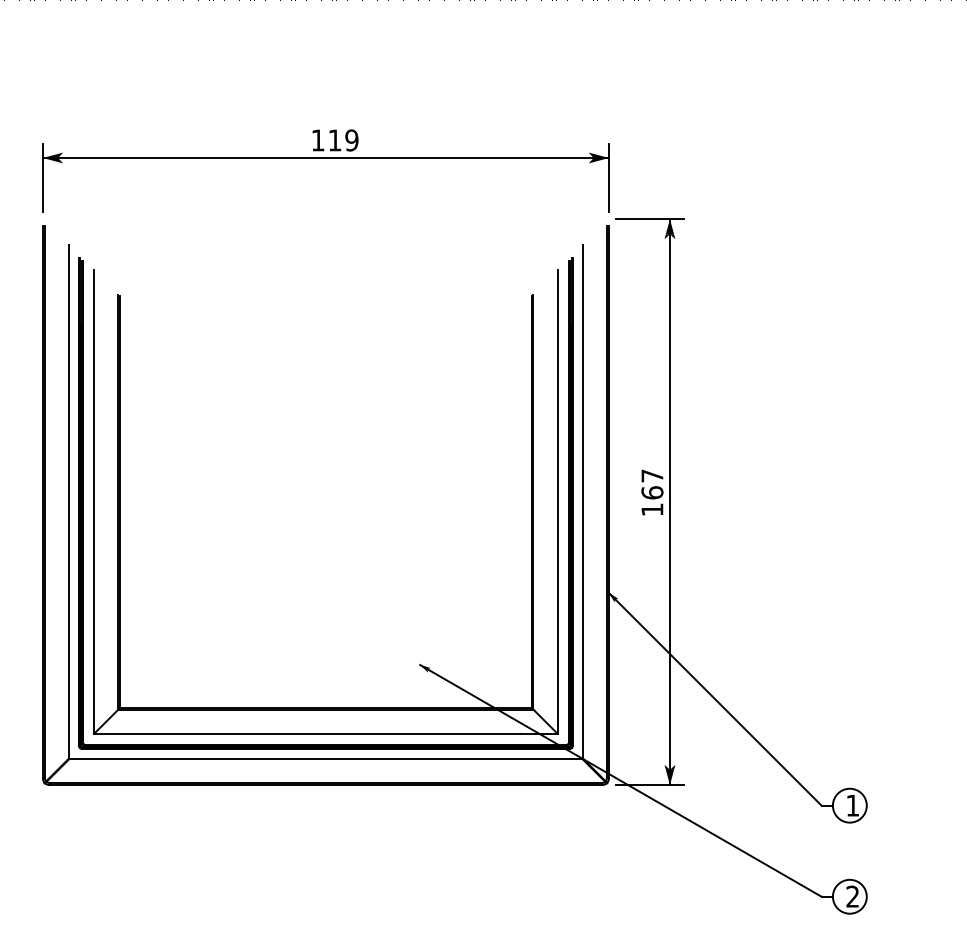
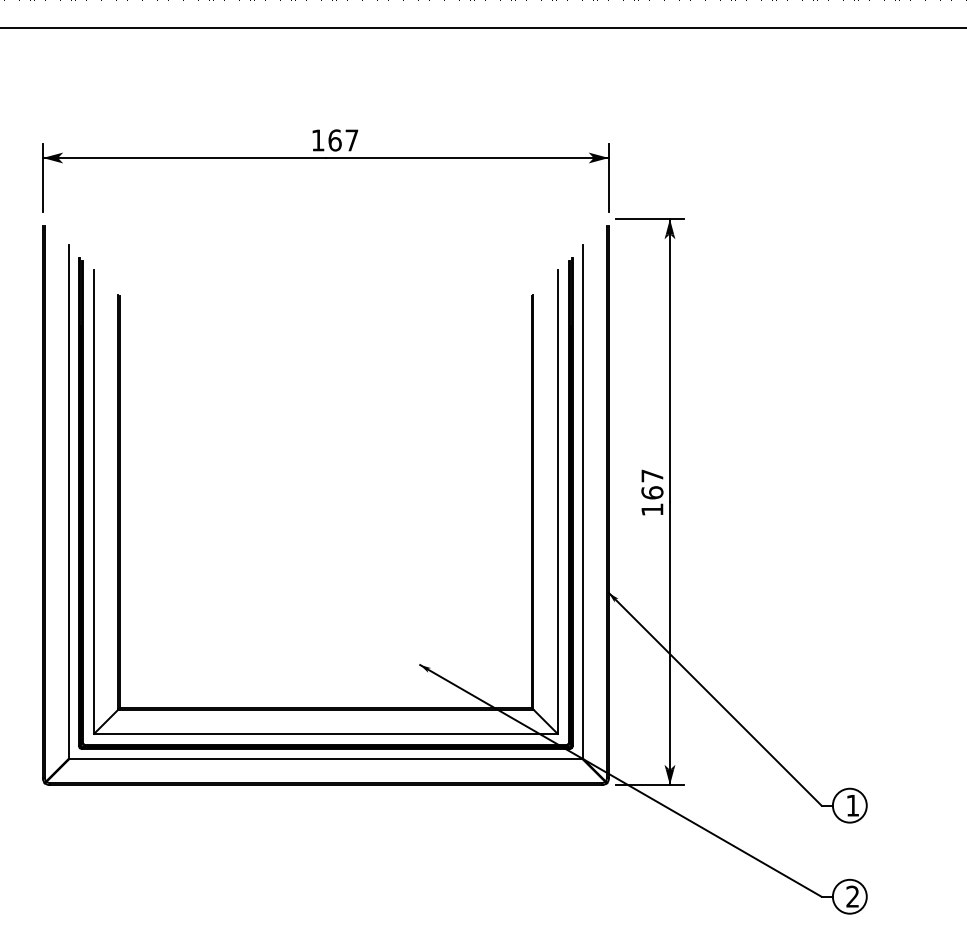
line at (482, 28): none -> present
text at (343, 140): 119 -> 167
